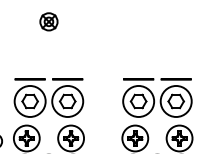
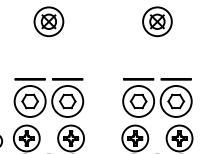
part at (48, 21) size: 20x20 px -> 32x32 px
part at (157, 21): none -> present
